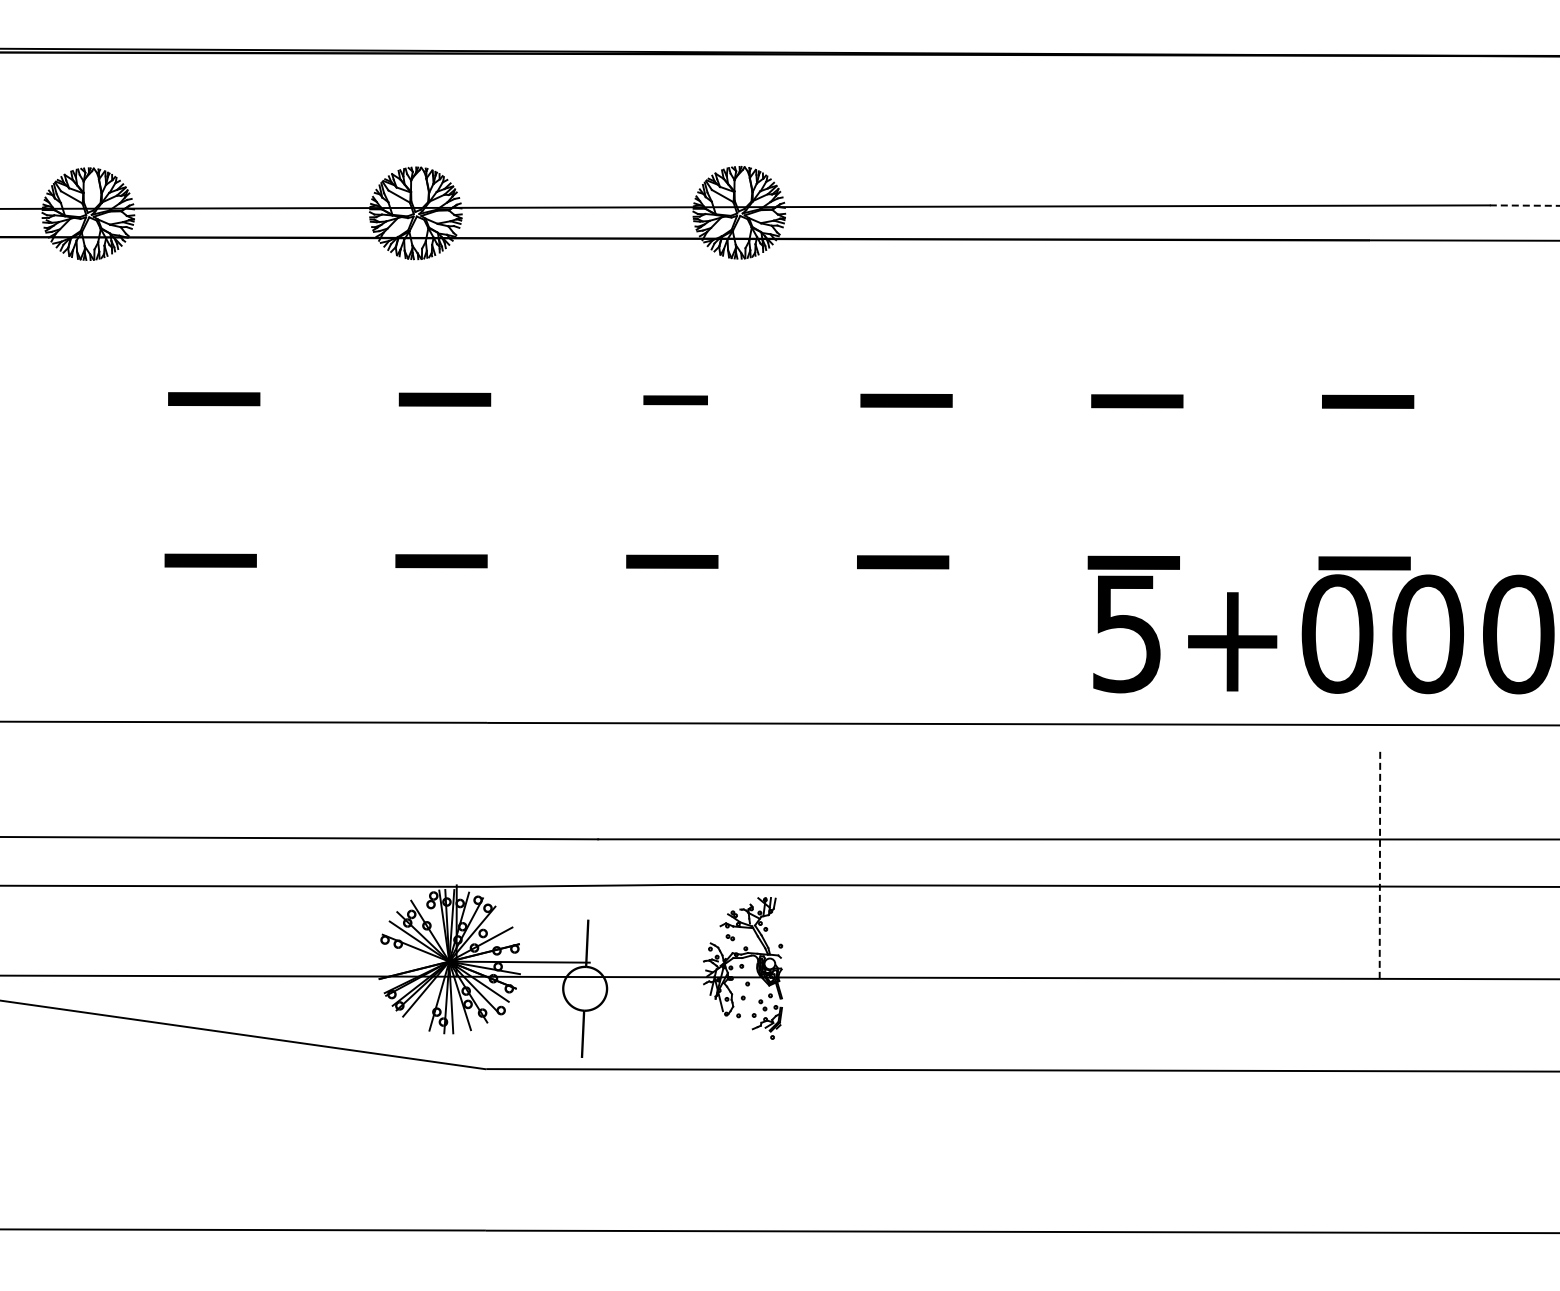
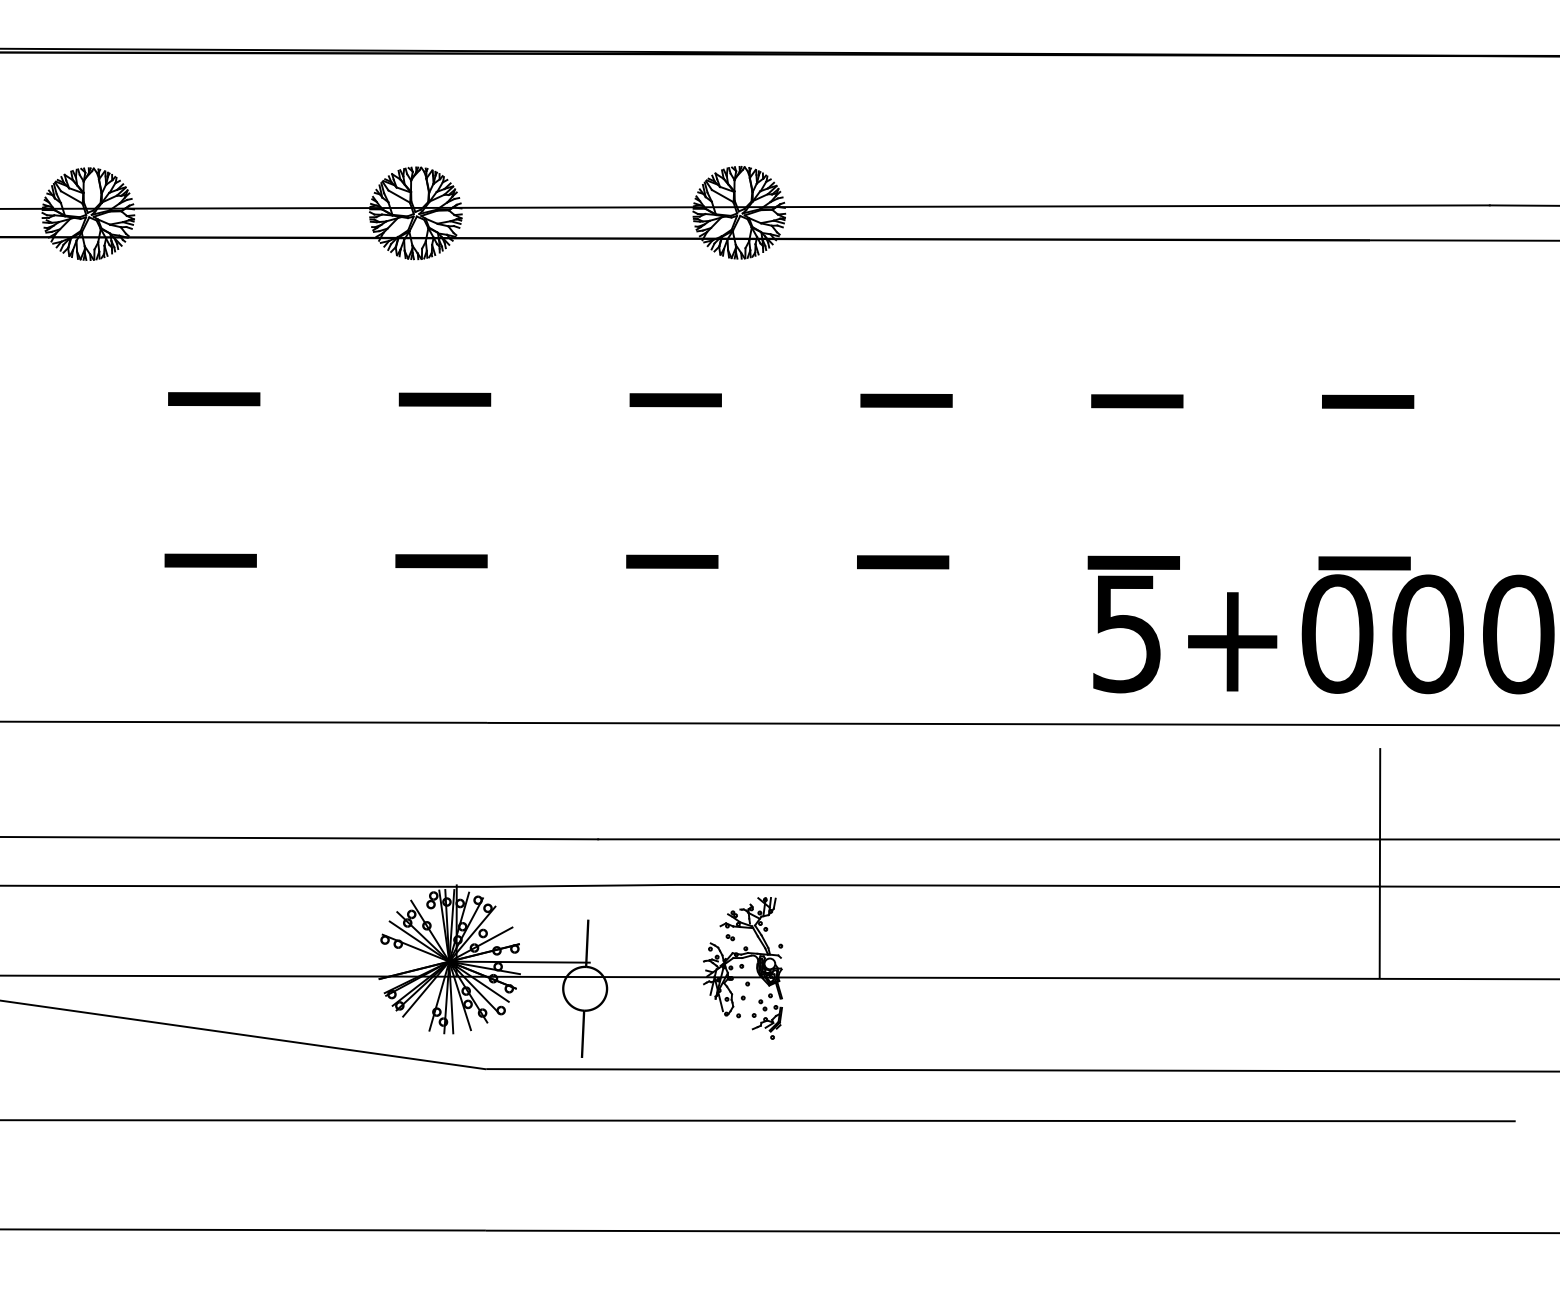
line at (1524, 205): dashed -> solid
part at (675, 400) size: 65x11 px -> 93x15 px
line at (1379, 862): dashed -> solid
line at (758, 1120): none -> present
